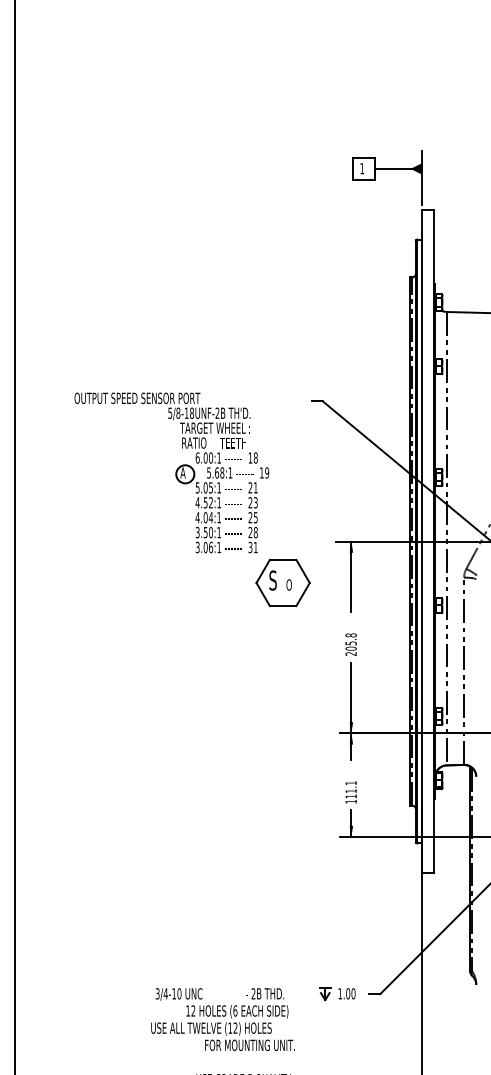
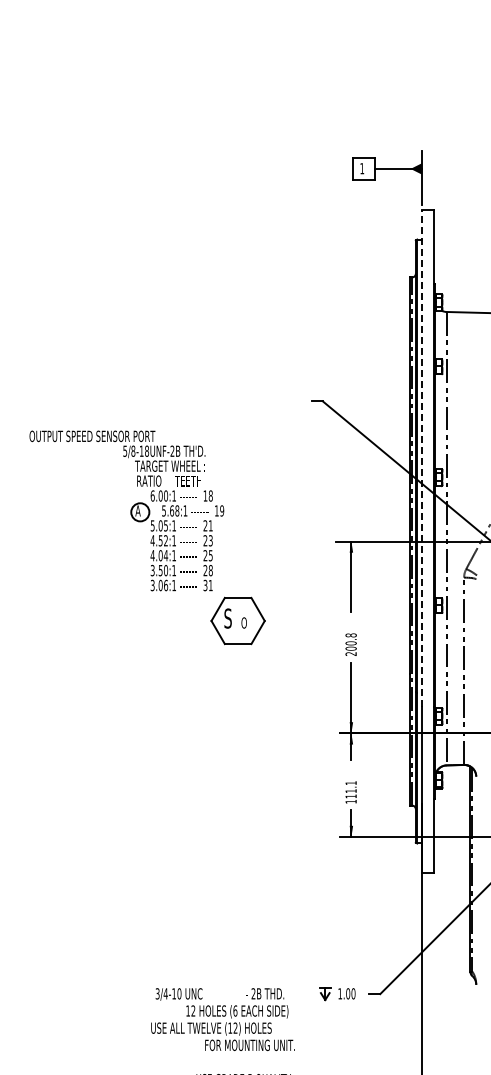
line at (421, 458): solid -> dashed
part at (192, 499) position: (192, 499) -> (147, 537)
line at (14, 536): present -> none
text at (350, 643): 205.8 -> 200.8
